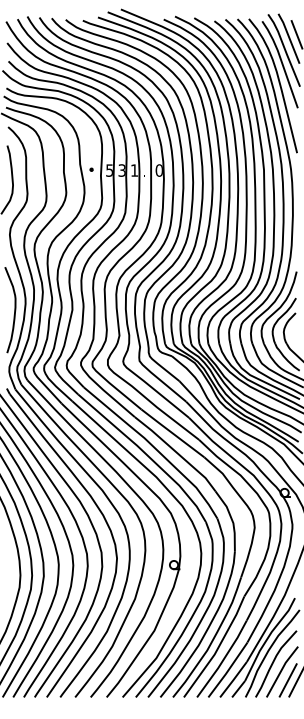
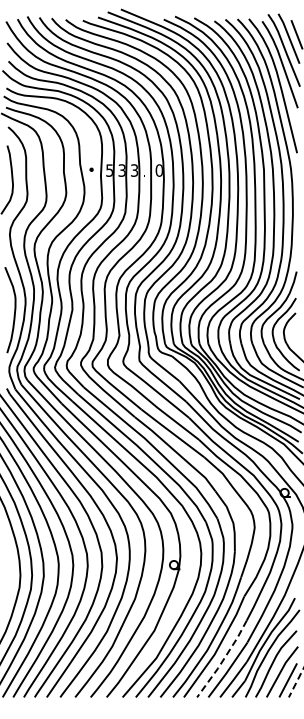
text at (134, 170): 1 -> 3
line at (223, 660): solid -> dashed
line at (296, 682): solid -> dashed
